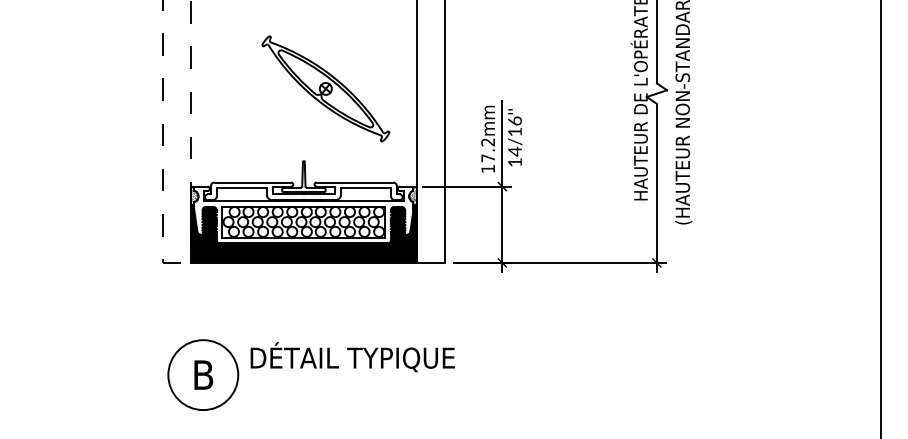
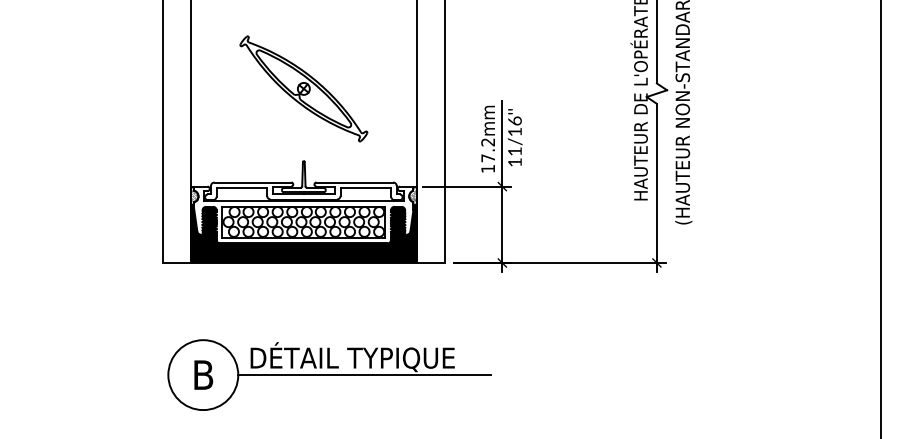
part at (325, 88) position: (325, 88) -> (303, 88)
text at (514, 151): 14/16''\f] -> 11/16''\f]
line at (177, 262): dashed -> solid
line at (364, 375): none -> present
